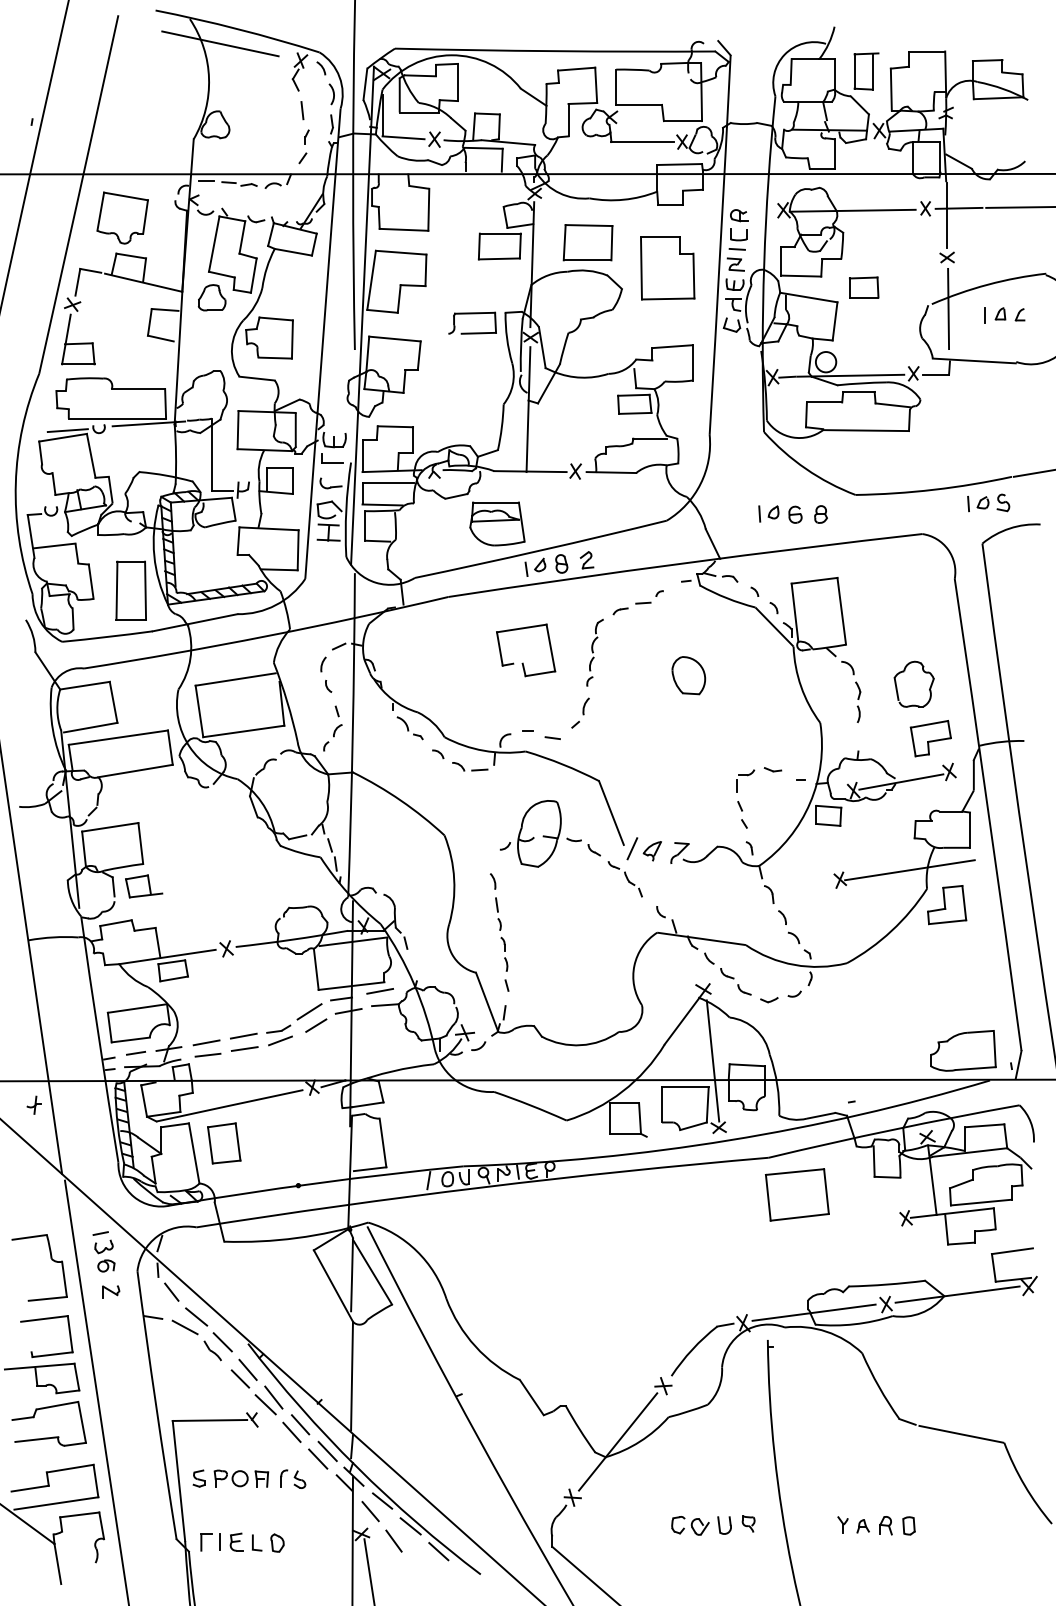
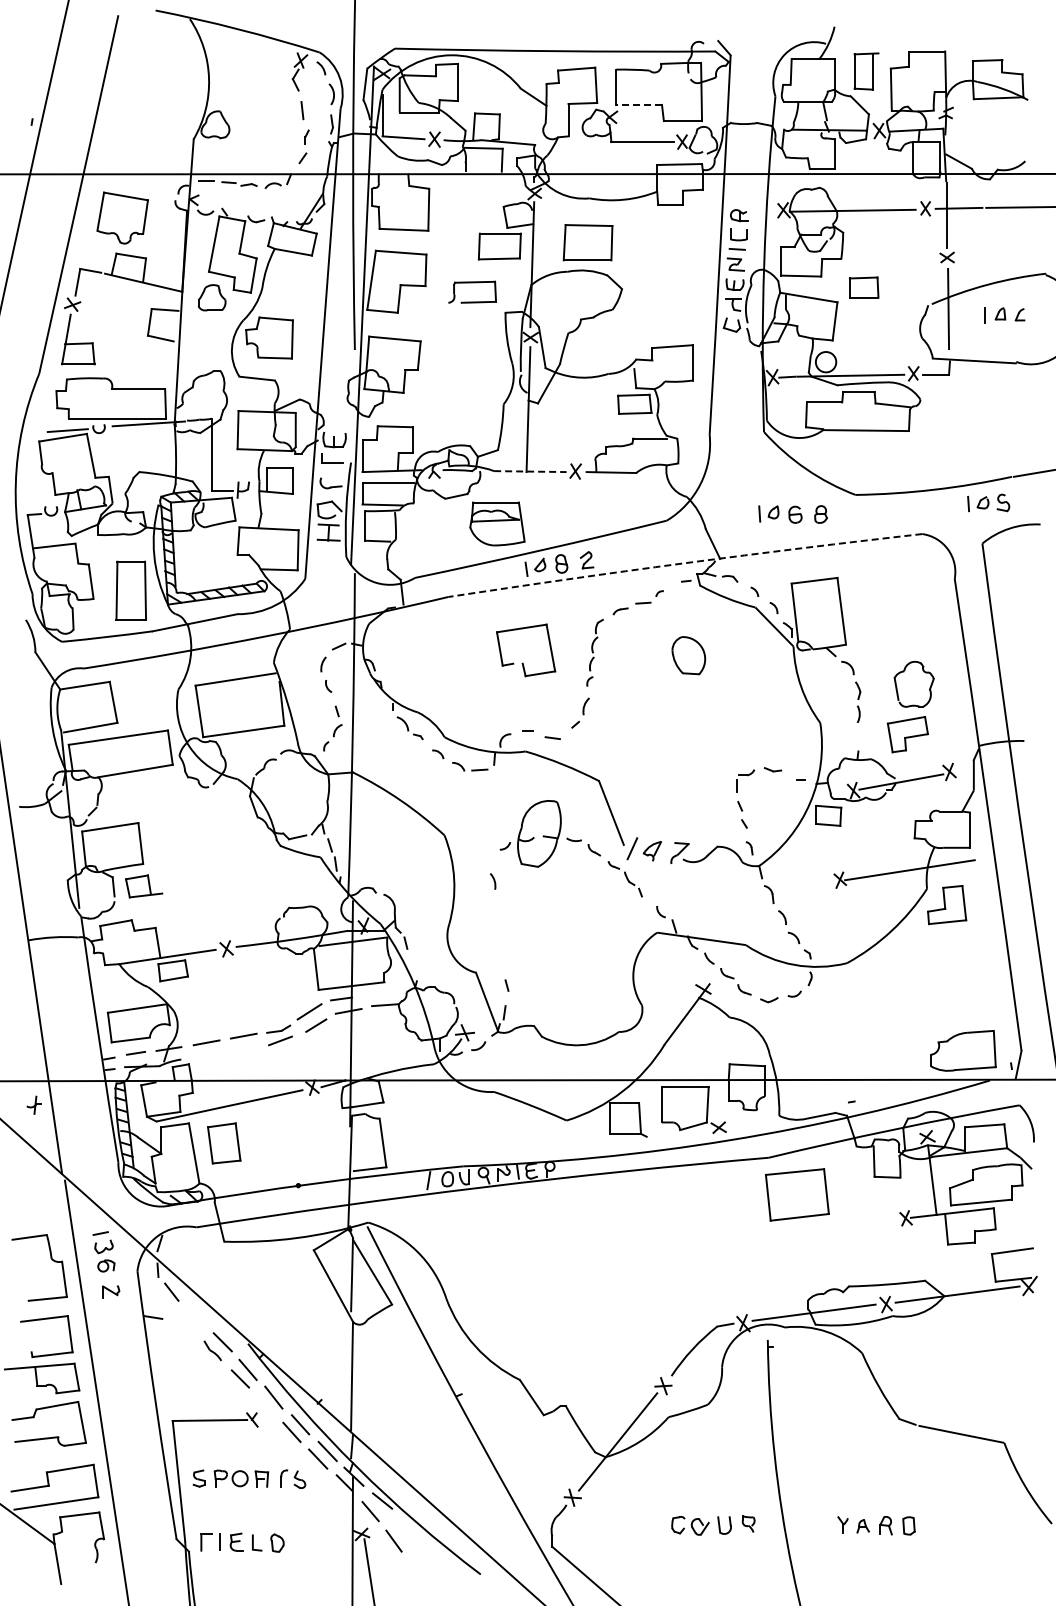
line at (220, 43): present -> none
line at (639, 104): solid -> dashed
part at (667, 268): present -> none
part at (472, 314) position: (472, 314) -> (472, 283)
line at (530, 471): solid -> dashed
arc at (685, 563): solid -> dashed
part at (688, 675) position: (688, 675) -> (688, 655)
part at (930, 738) position: (930, 738) -> (907, 734)
part at (501, 934): present -> none
line at (380, 990): present -> none
line at (244, 1048): present -> none
line at (207, 1054): present -> none
line at (712, 1060): present -> none
line at (196, 1316): present -> none
line at (184, 1327): present -> none
line at (265, 1404): present -> none
line at (410, 1526): present -> none
line at (438, 1551): present -> none
